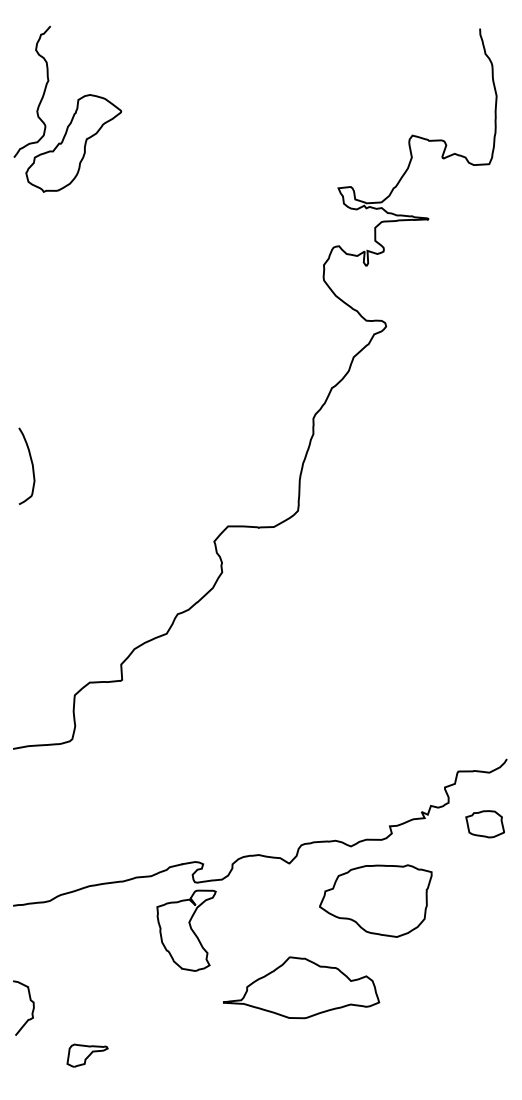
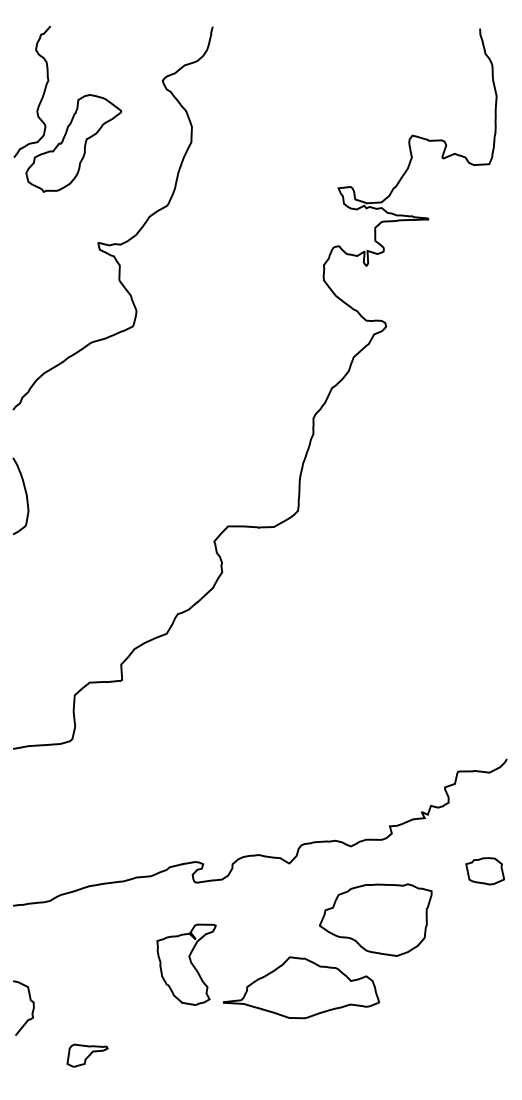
curve at (112, 243): none -> present
curve at (31, 464) position: (31, 464) -> (25, 494)
part at (484, 824) position: (484, 824) -> (484, 871)
part at (375, 900) position: (375, 900) -> (375, 919)
part at (186, 930) position: (186, 930) -> (186, 964)
